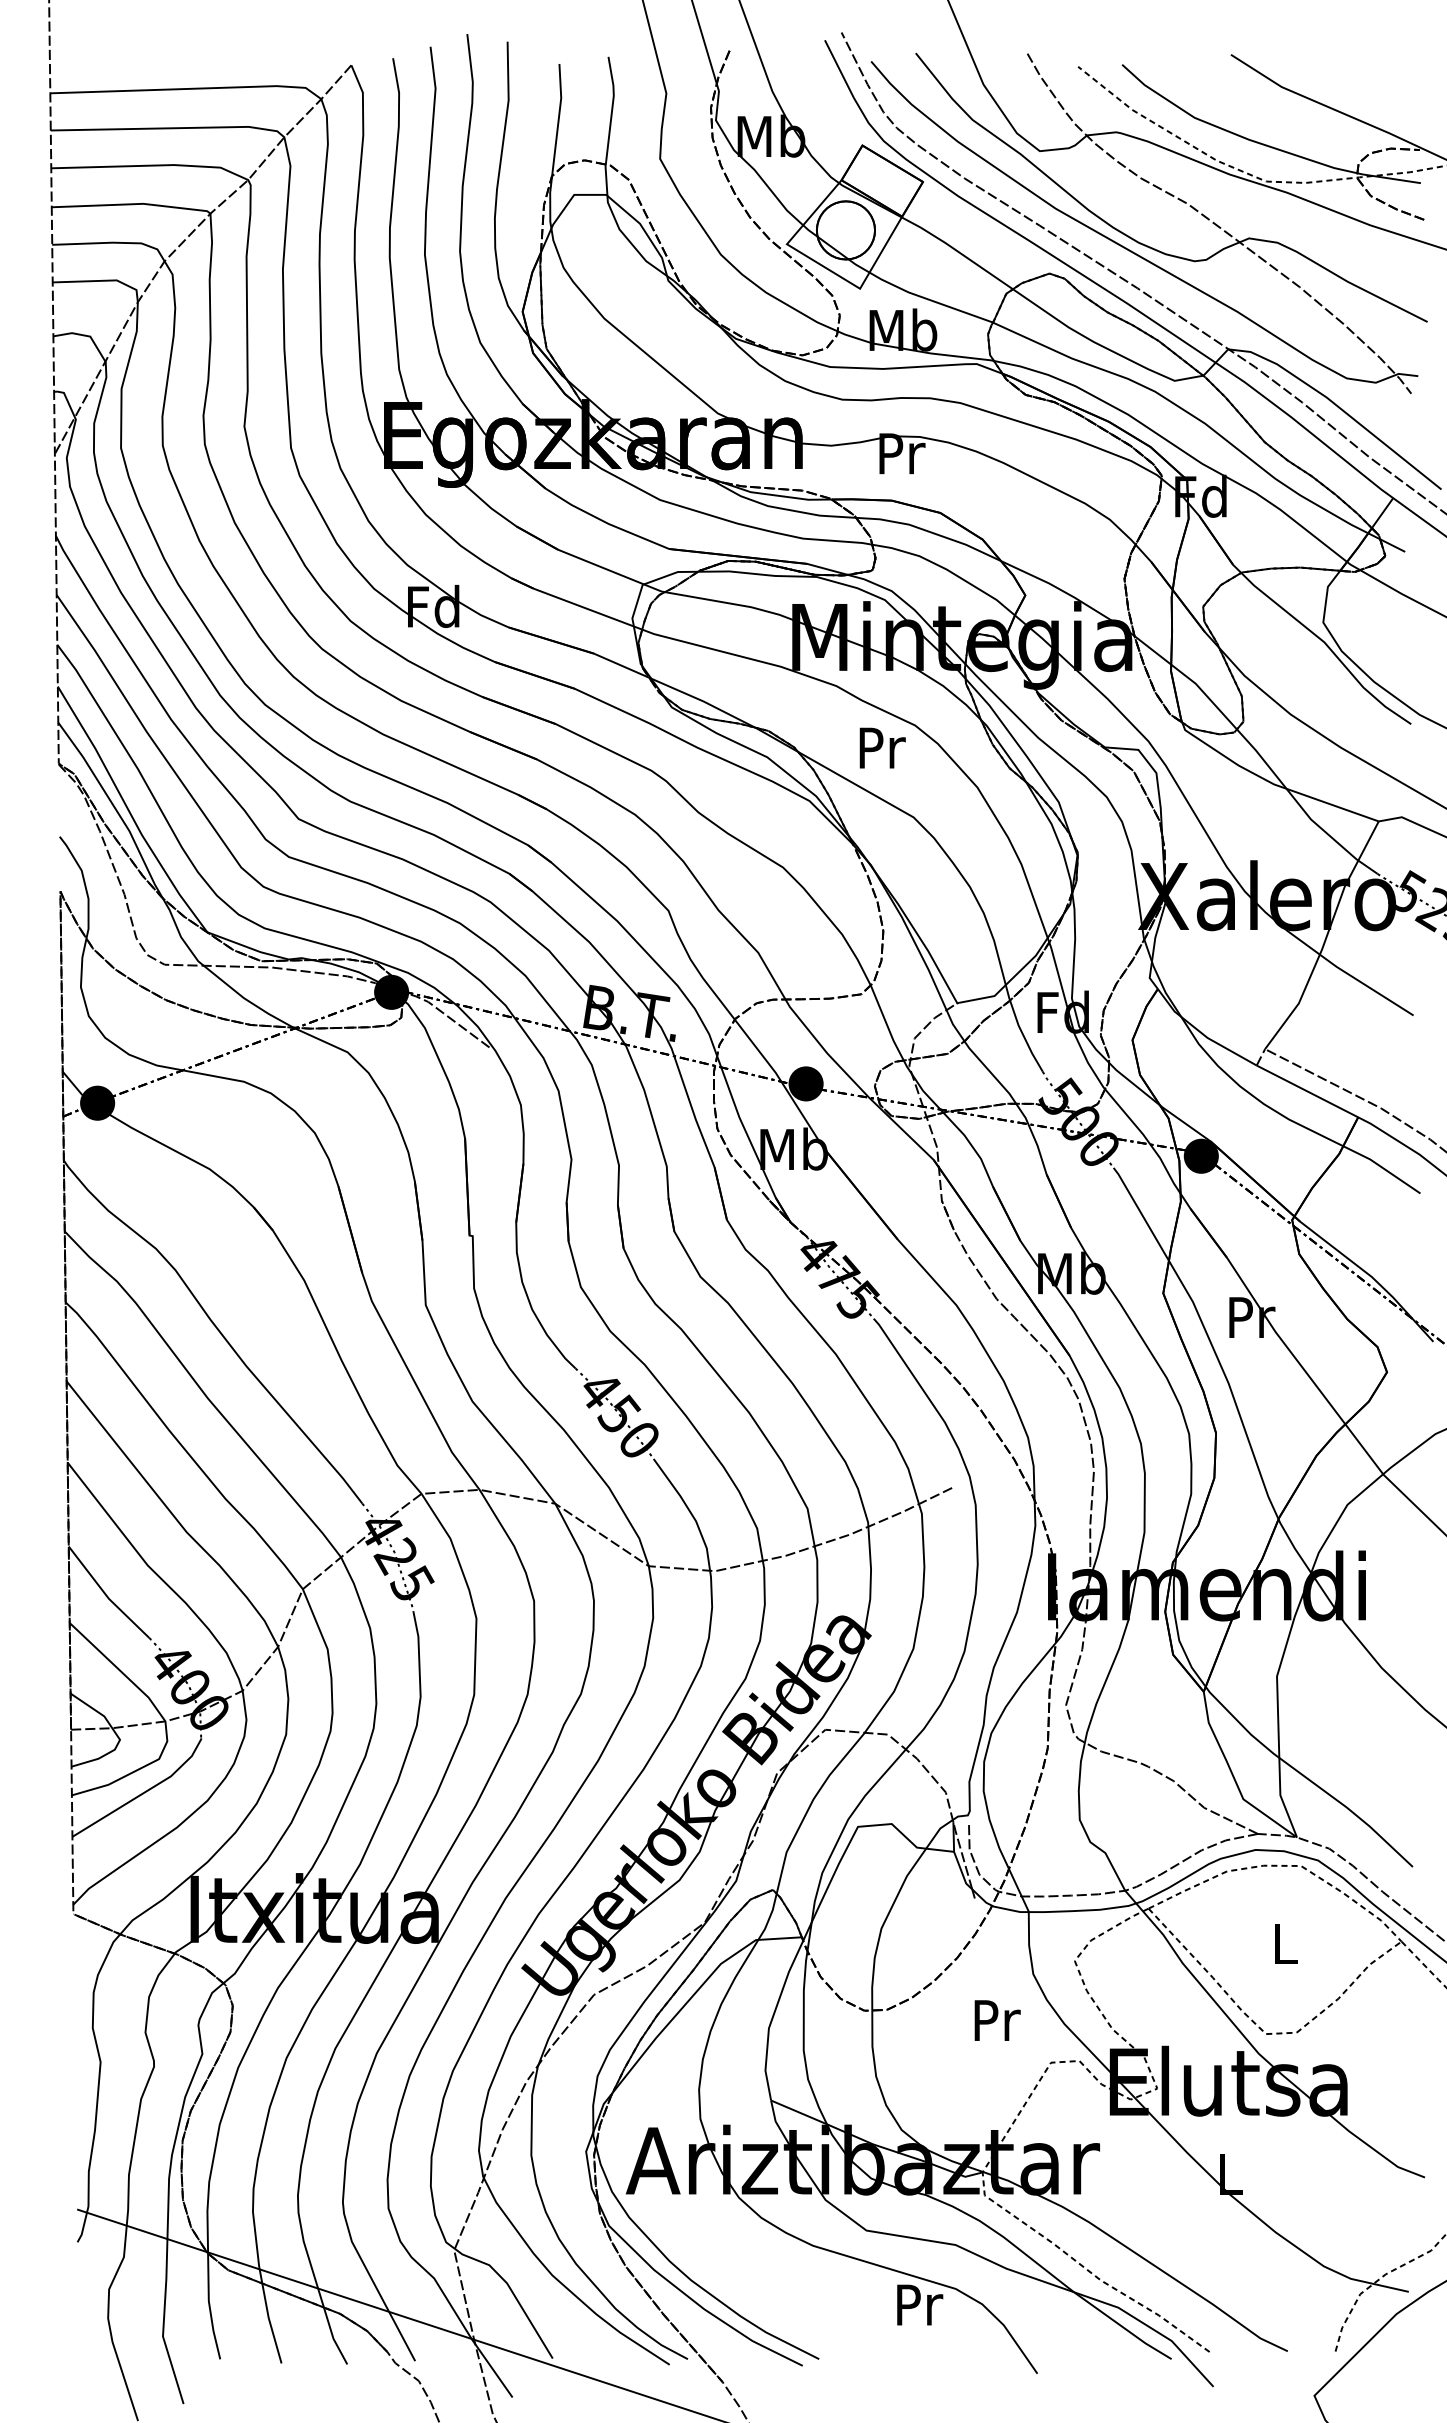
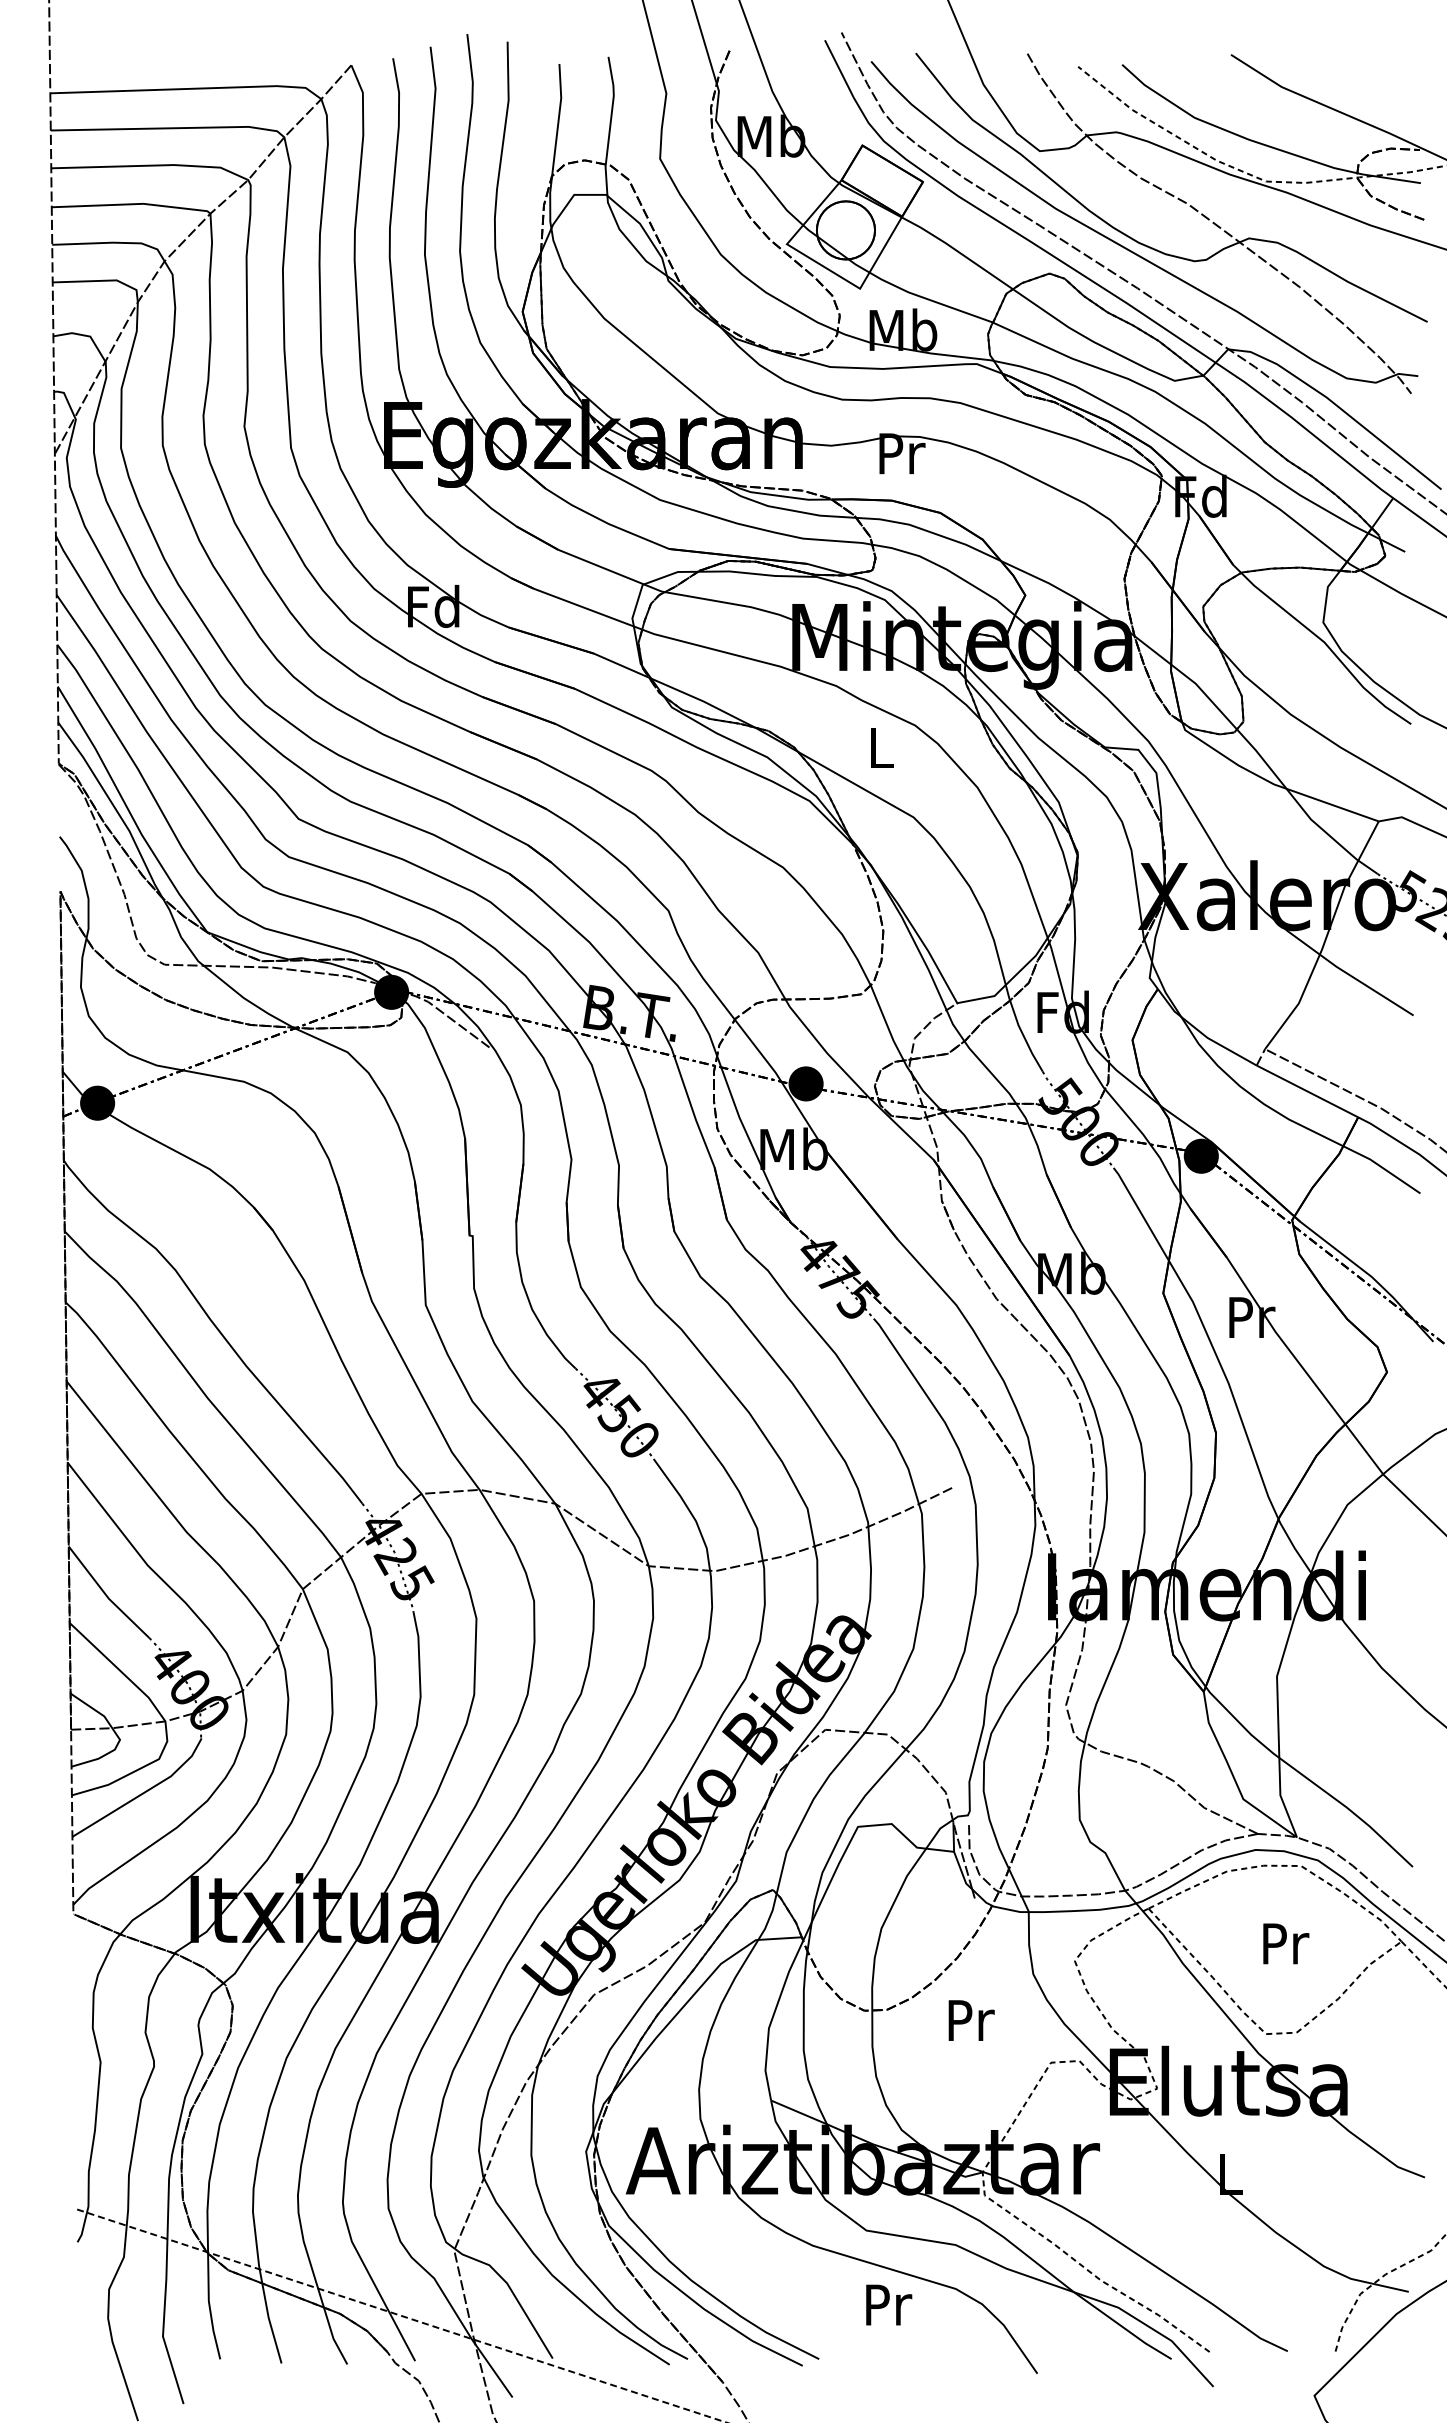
text at (882, 747): Pr -> L
text at (1286, 1943): L -> Pr
text at (997, 2020) position: (997, 2020) -> (971, 2020)
text at (920, 2304) position: (920, 2304) -> (889, 2304)
line at (402, 2316): solid -> dashed
